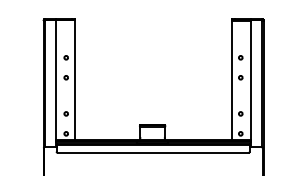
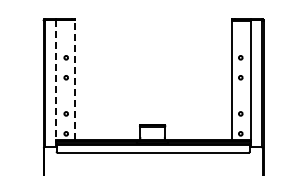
line at (74, 80): solid -> dashed
line at (55, 84): solid -> dashed
